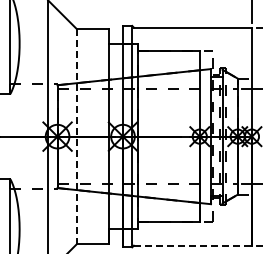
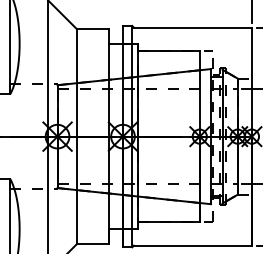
line at (76, 136): dashed -> solid
line at (193, 245): dashed -> solid
